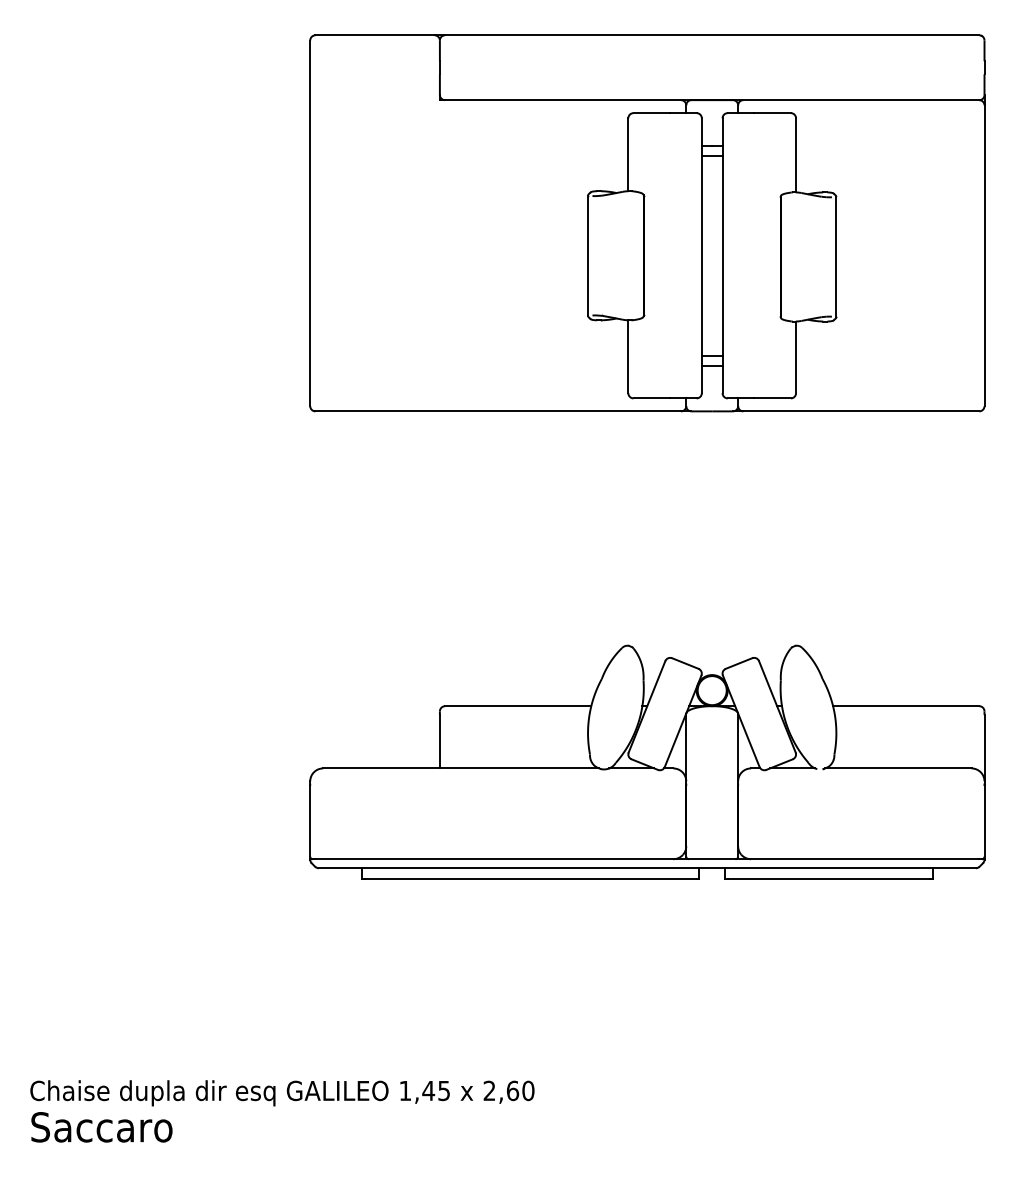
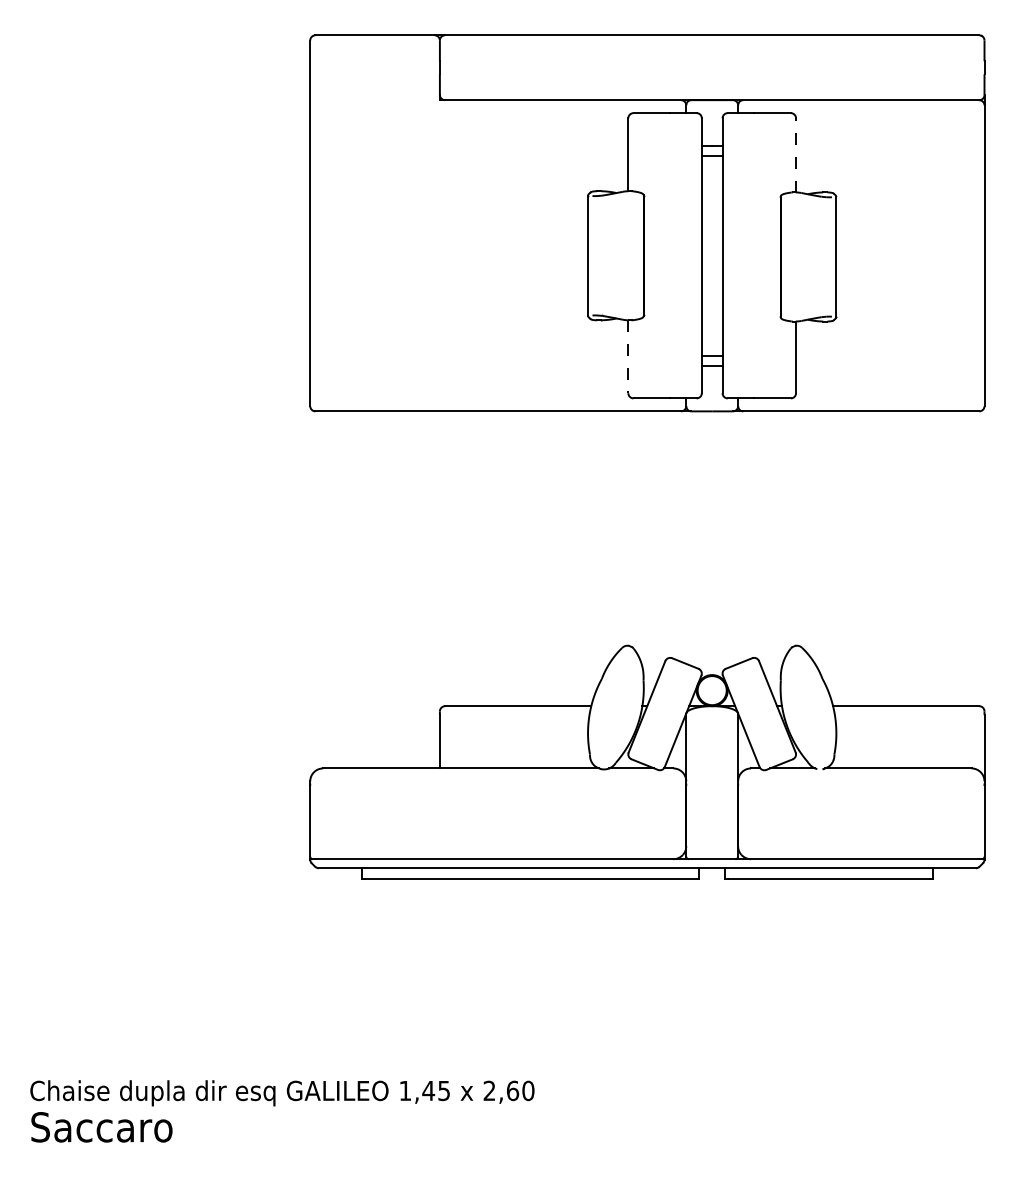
line at (796, 154): solid -> dashed
line at (628, 357): solid -> dashed
